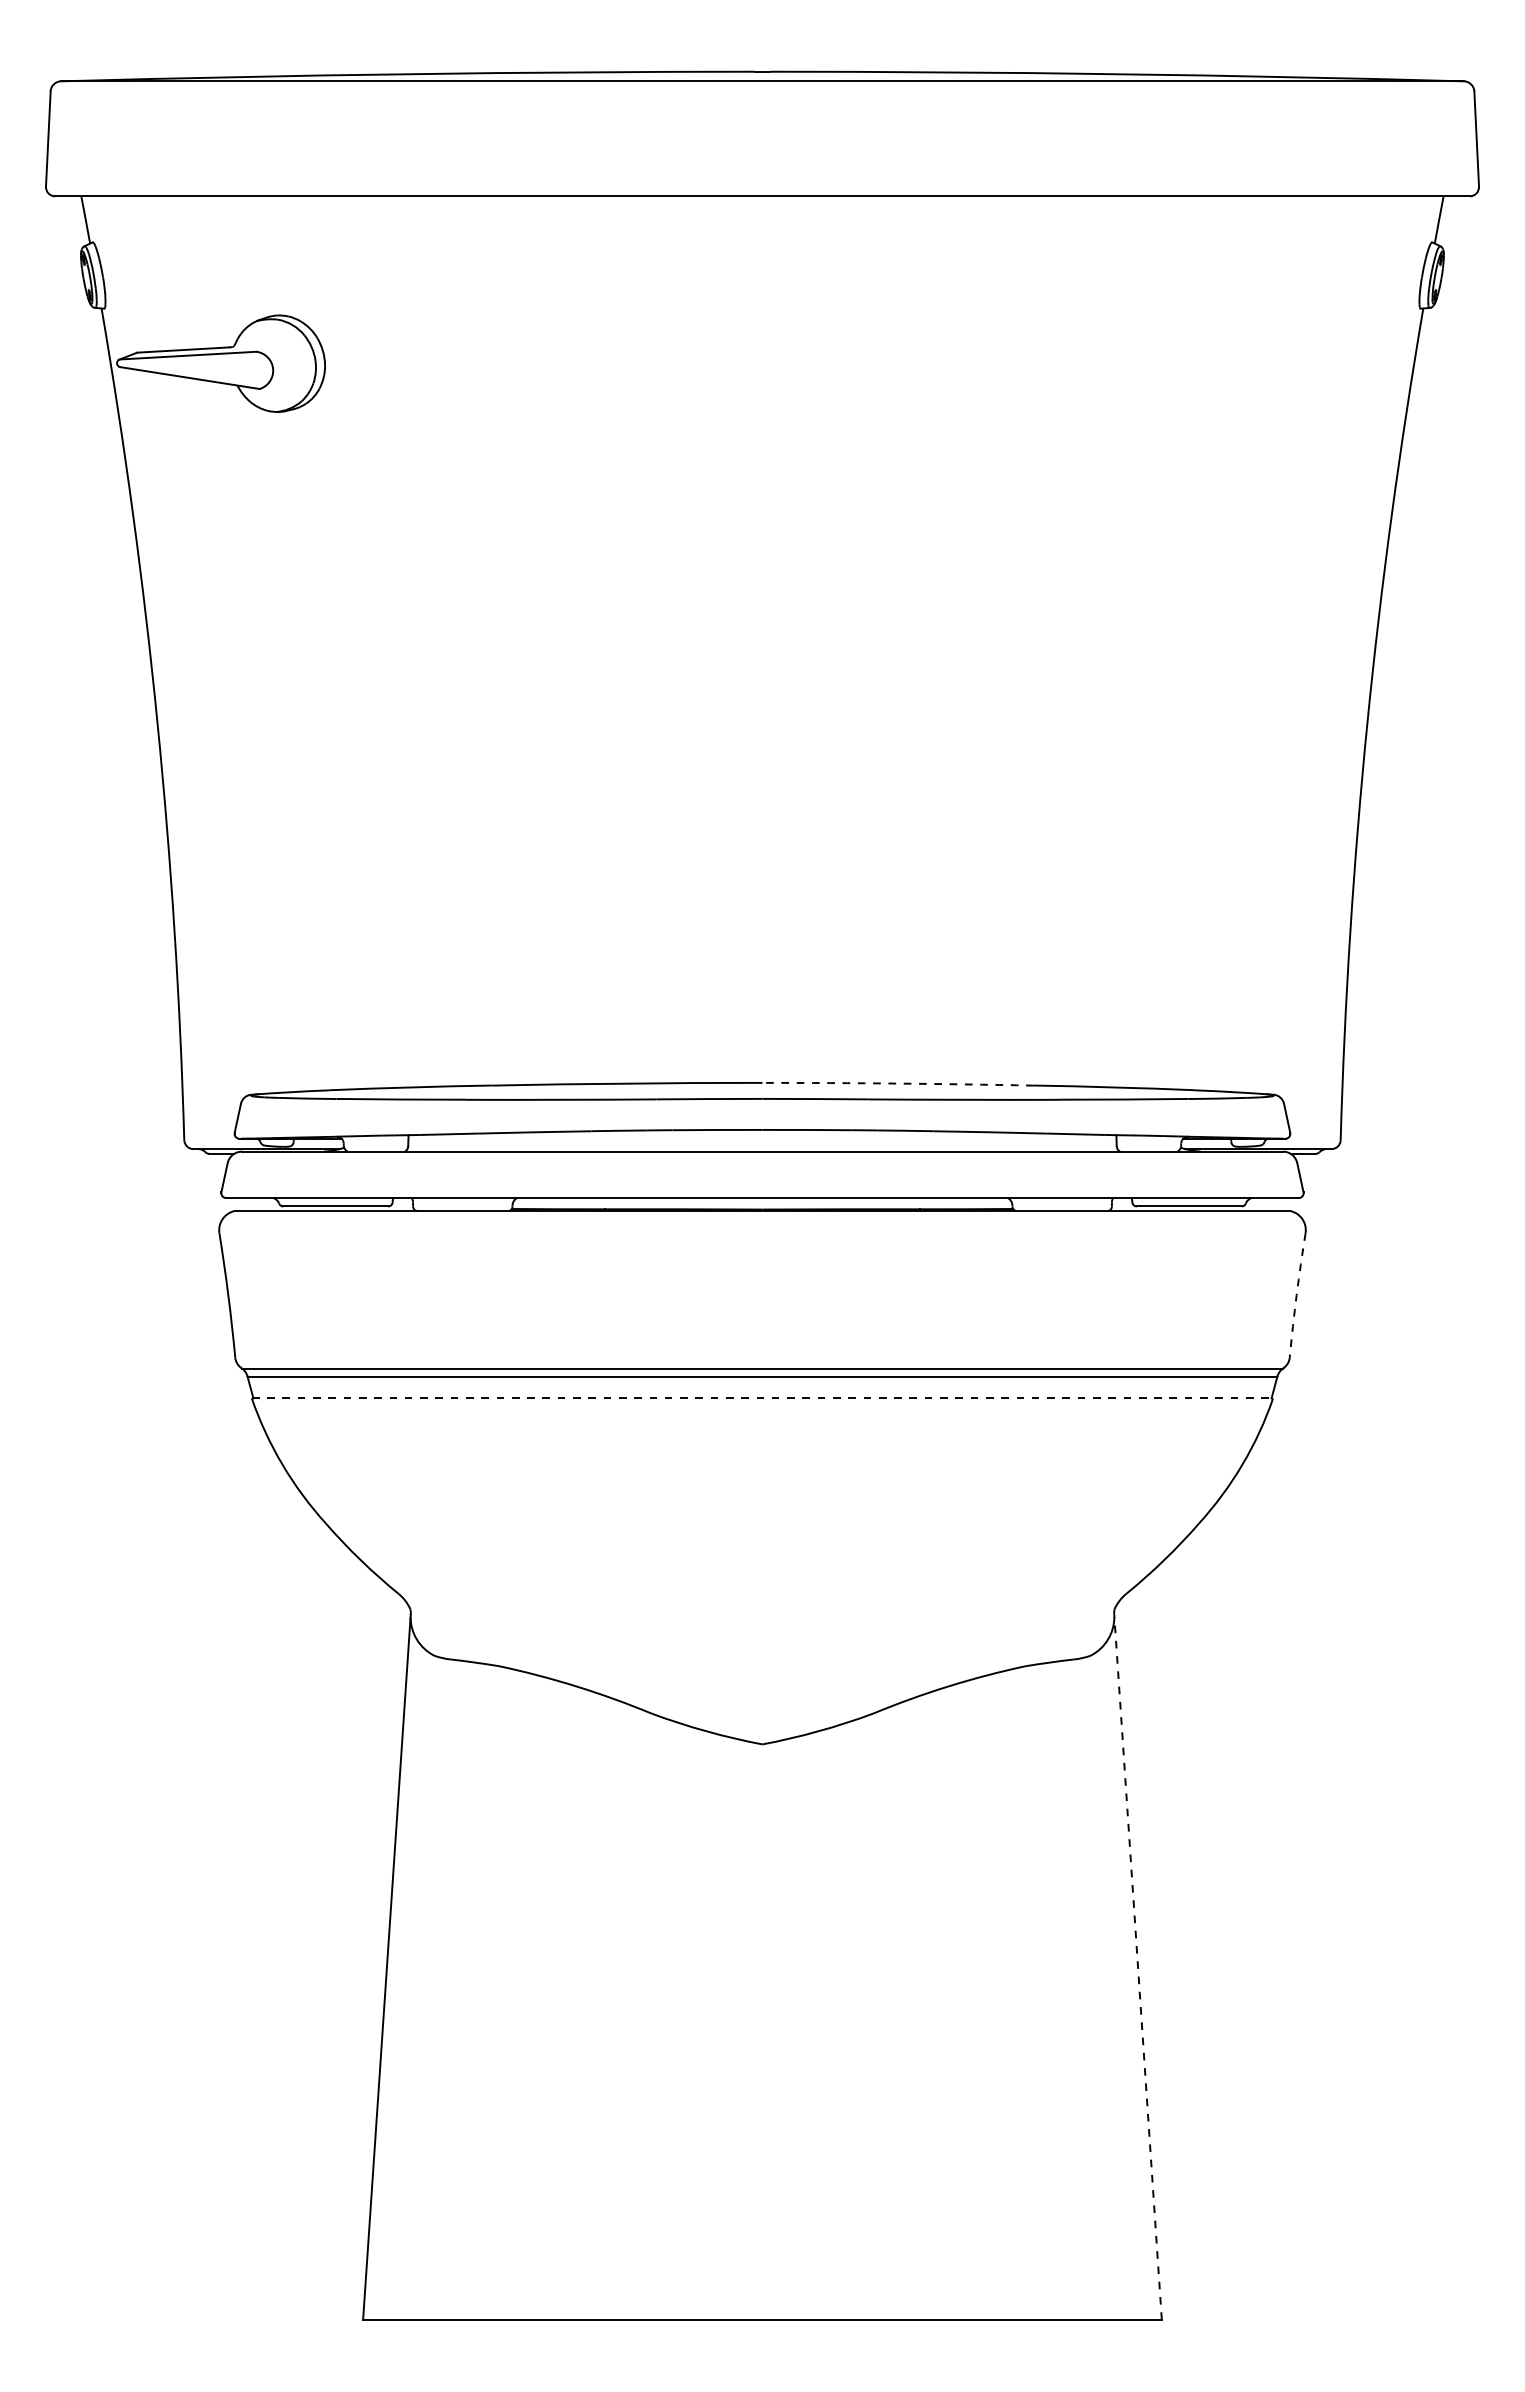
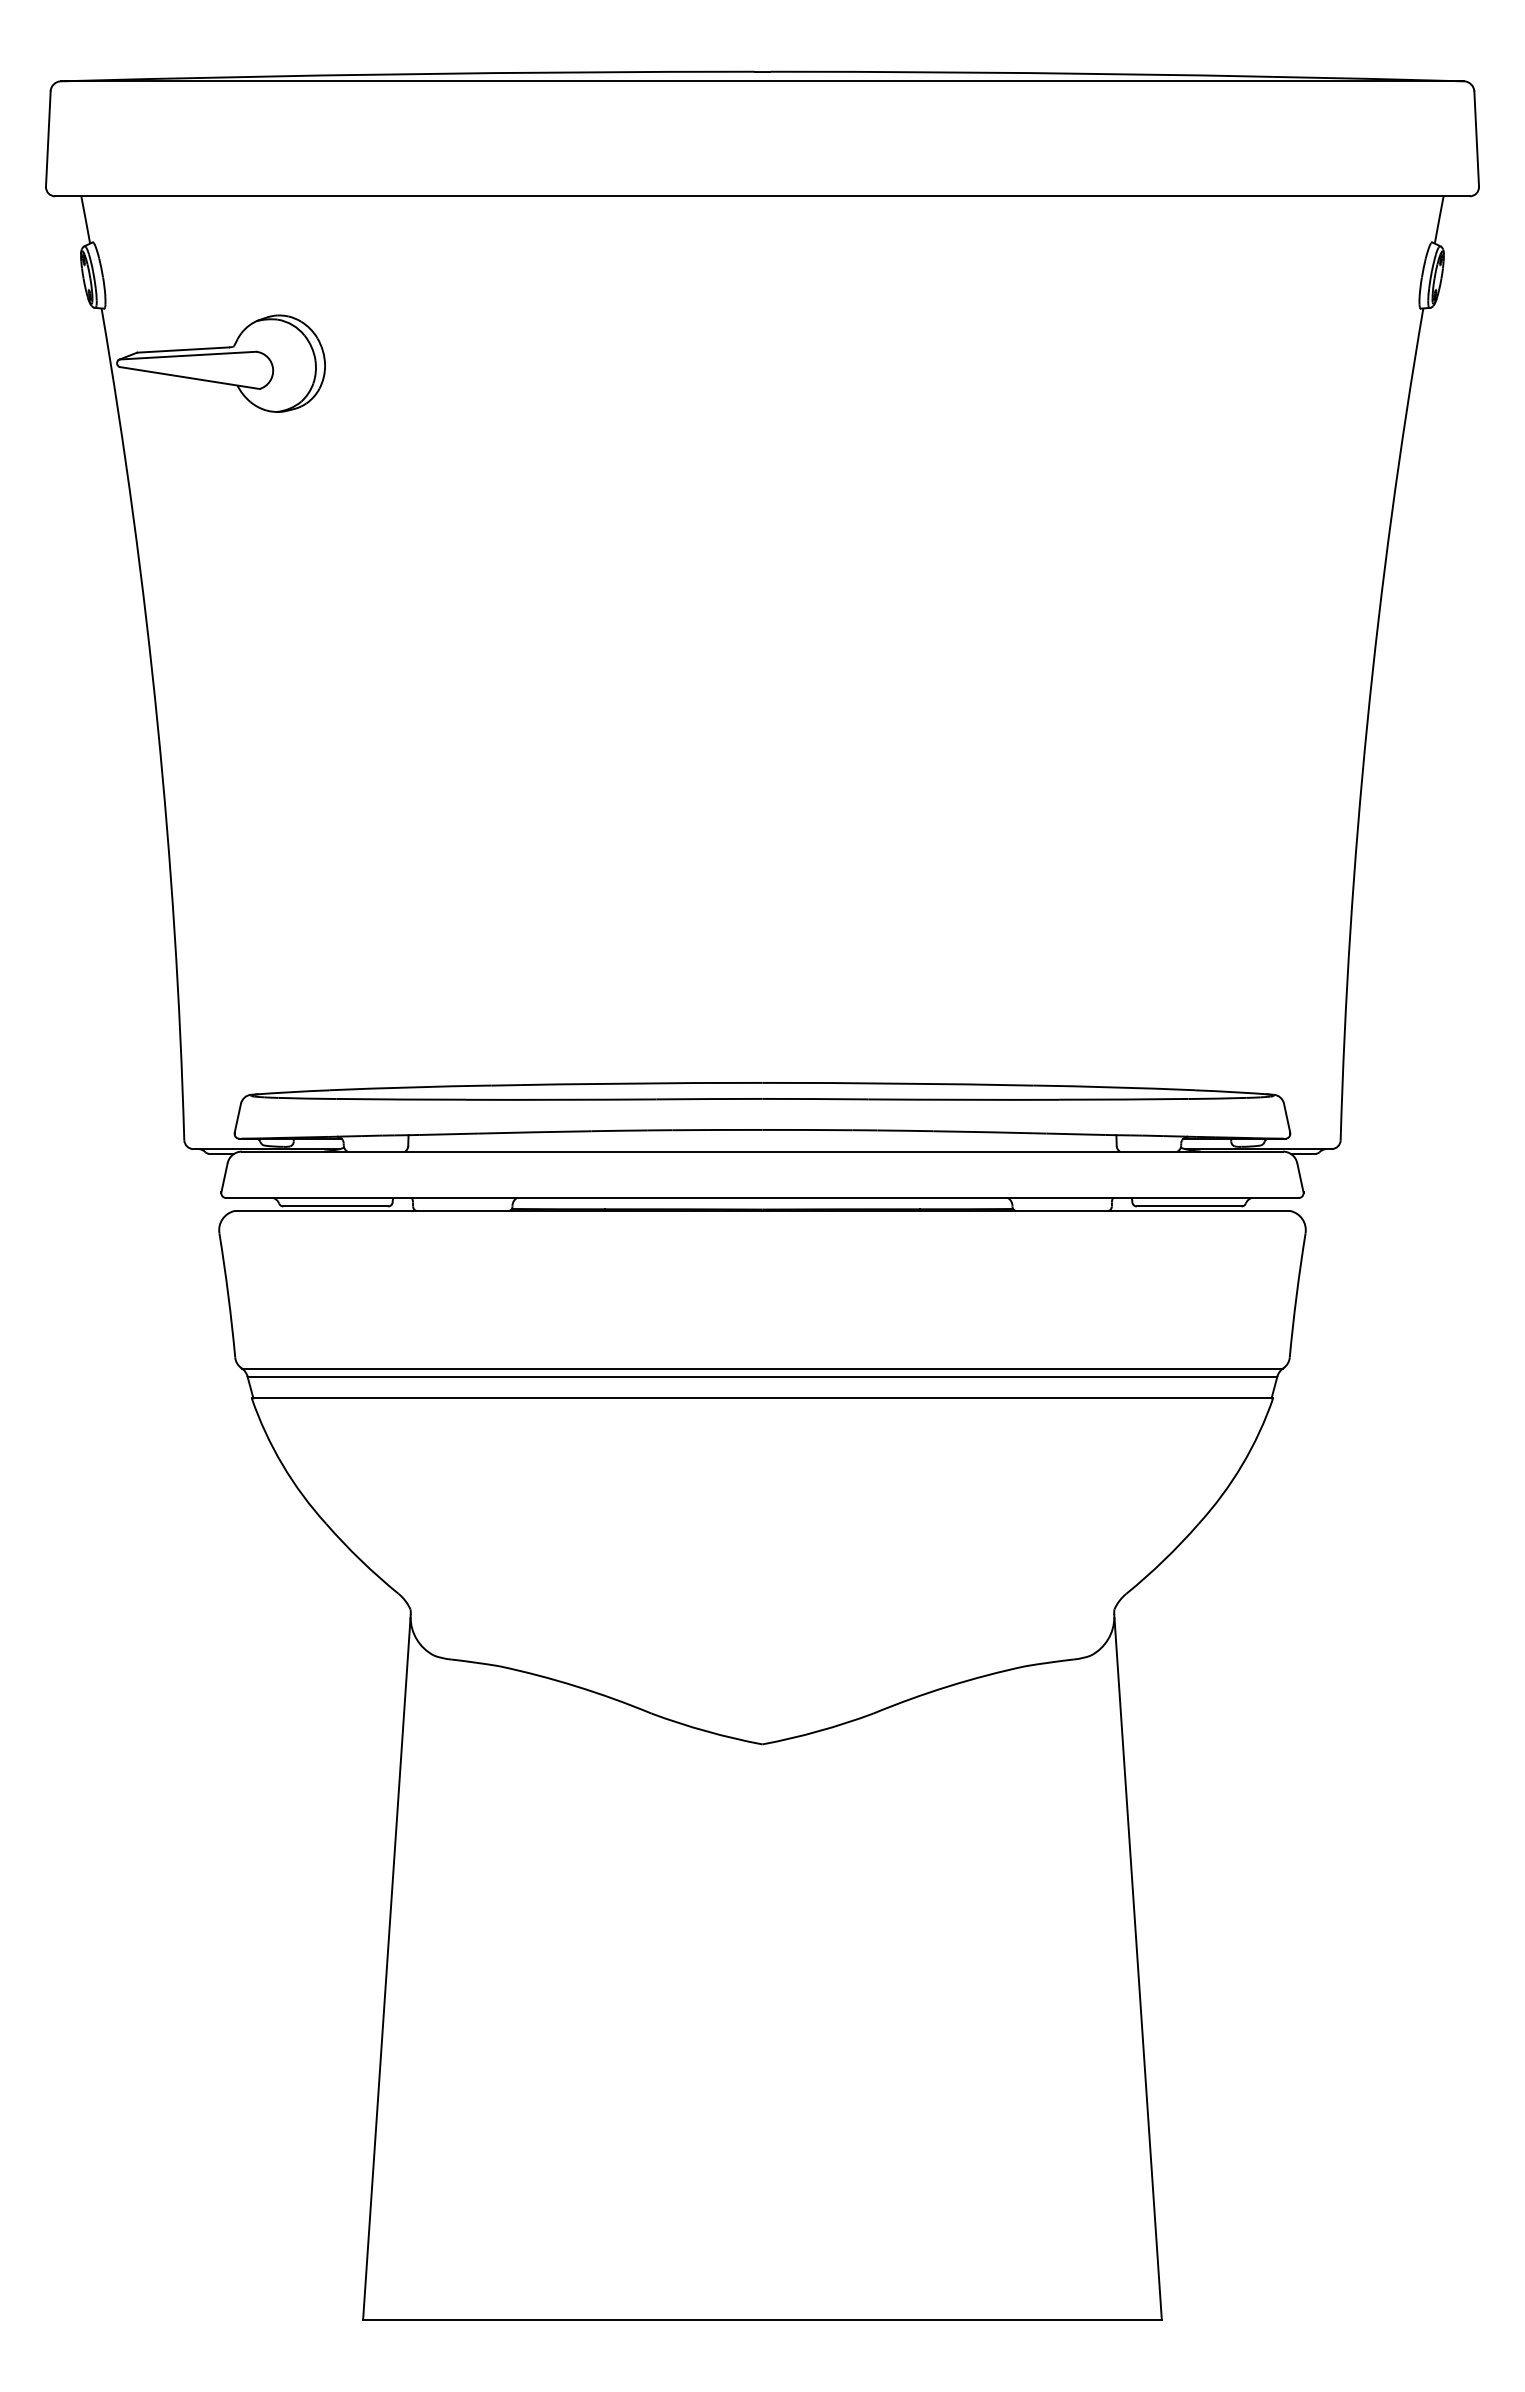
arc at (898, 1083): dashed -> solid
arc at (1296, 1295): dashed -> solid
line at (762, 1398): dashed -> solid
line at (1138, 1966): dashed -> solid
